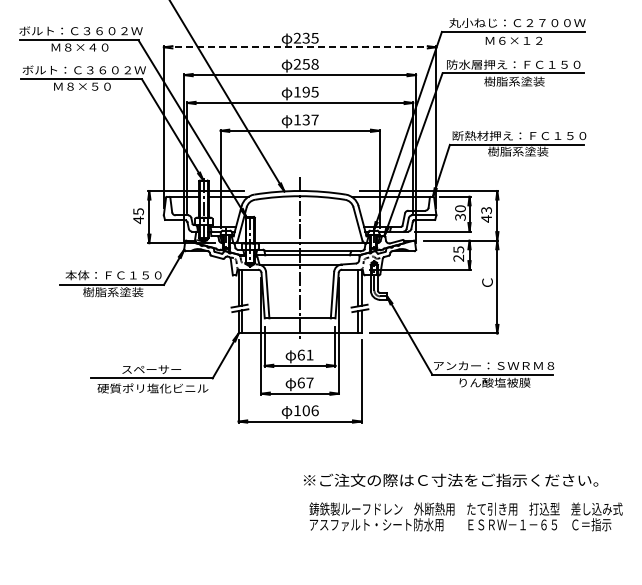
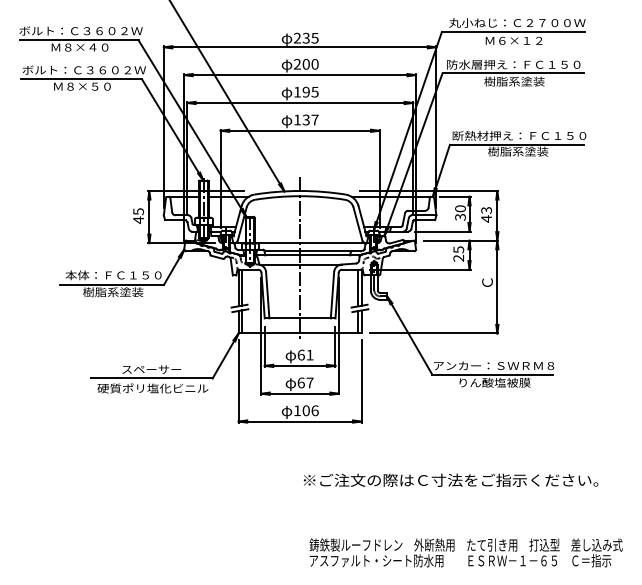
line at (300, 47): dashed -> solid
text at (310, 63): 258 -> 200
text at (465, 516) position: (465, 516) -> (465, 552)
